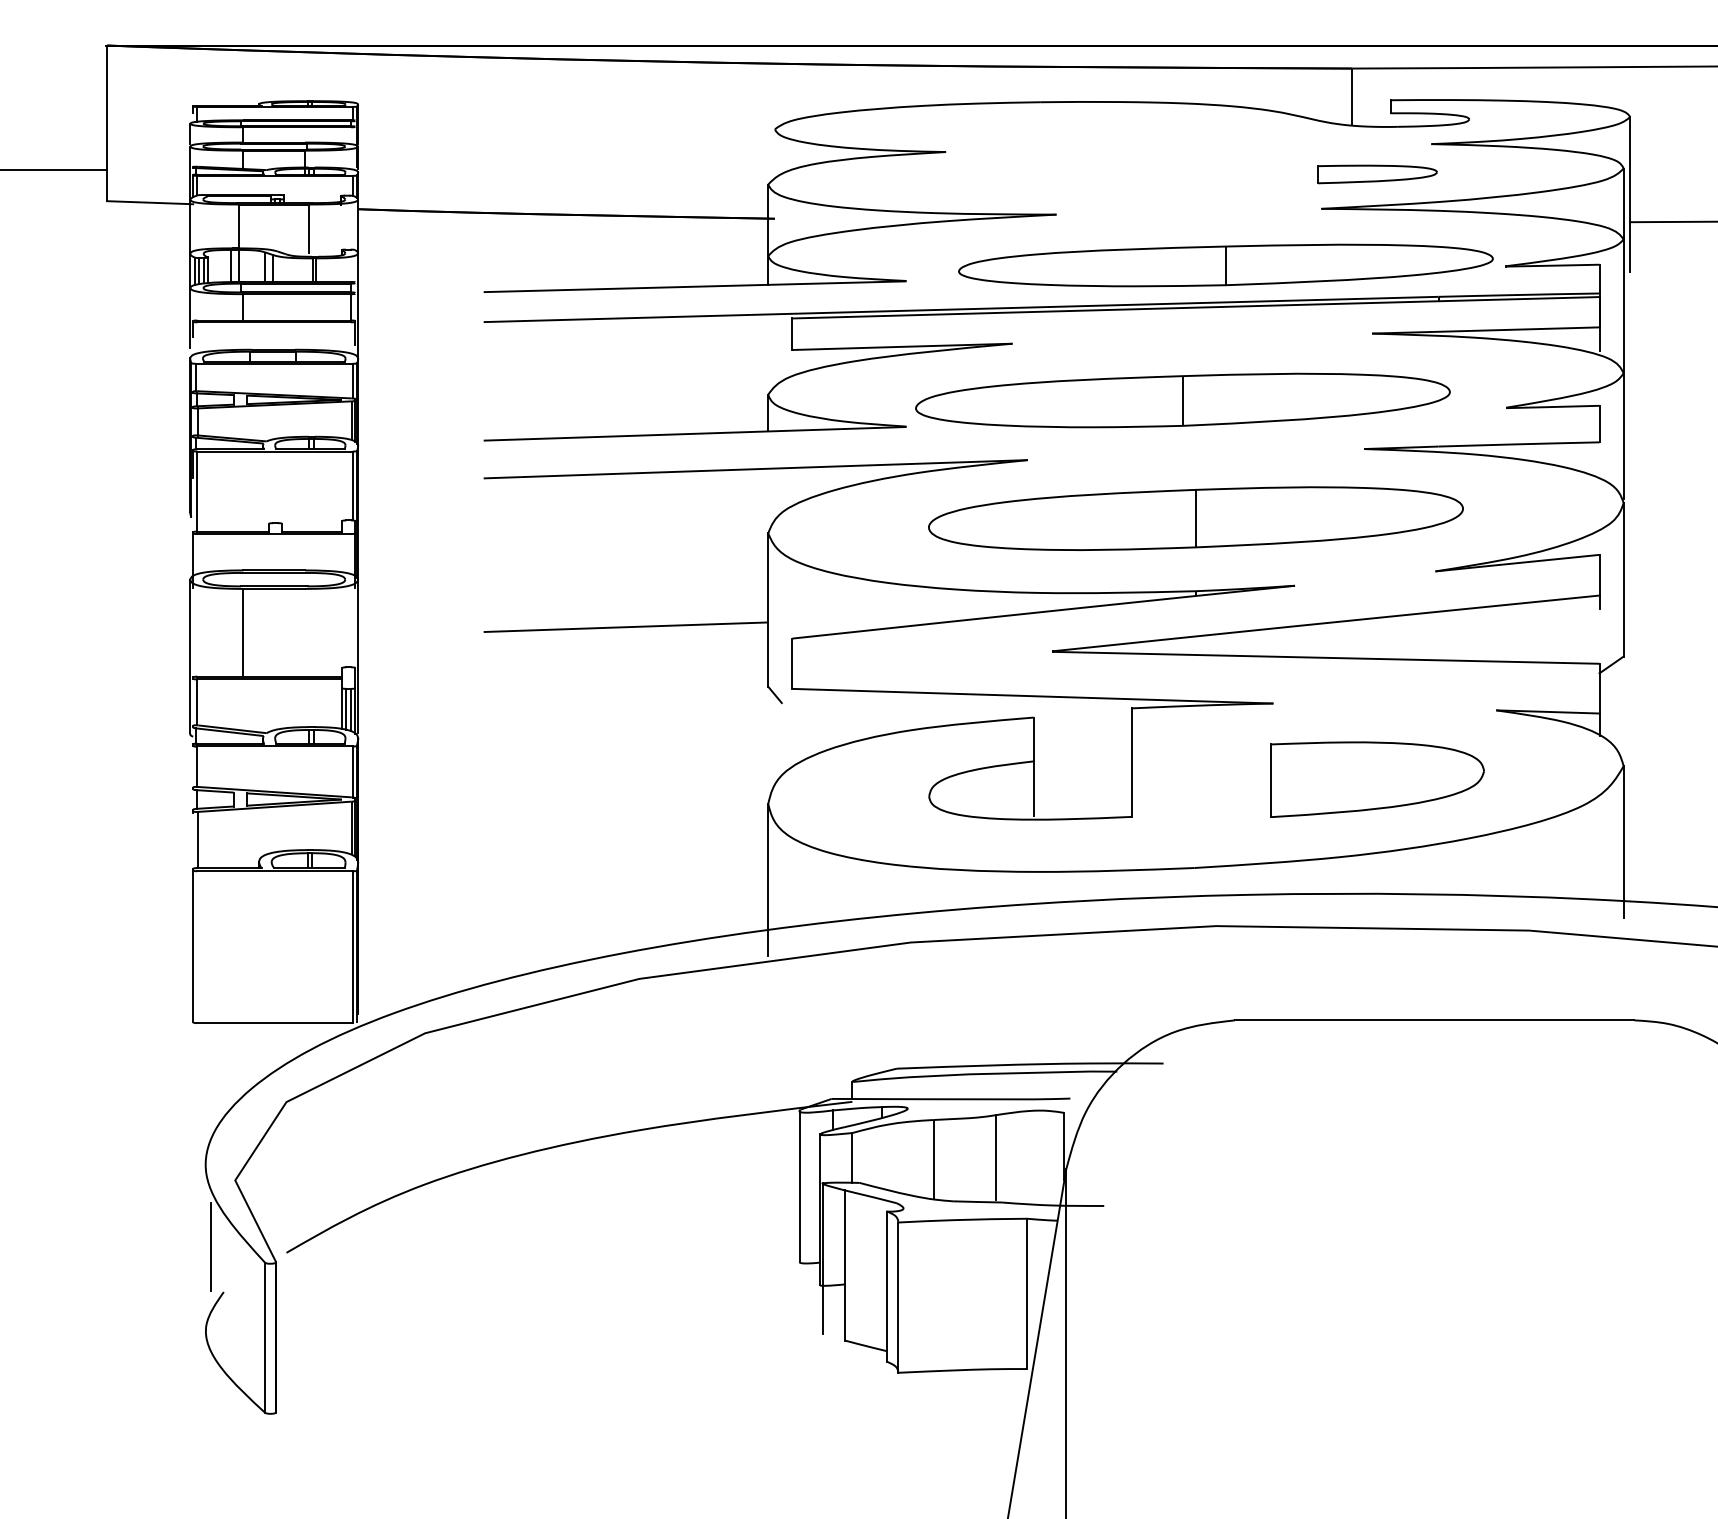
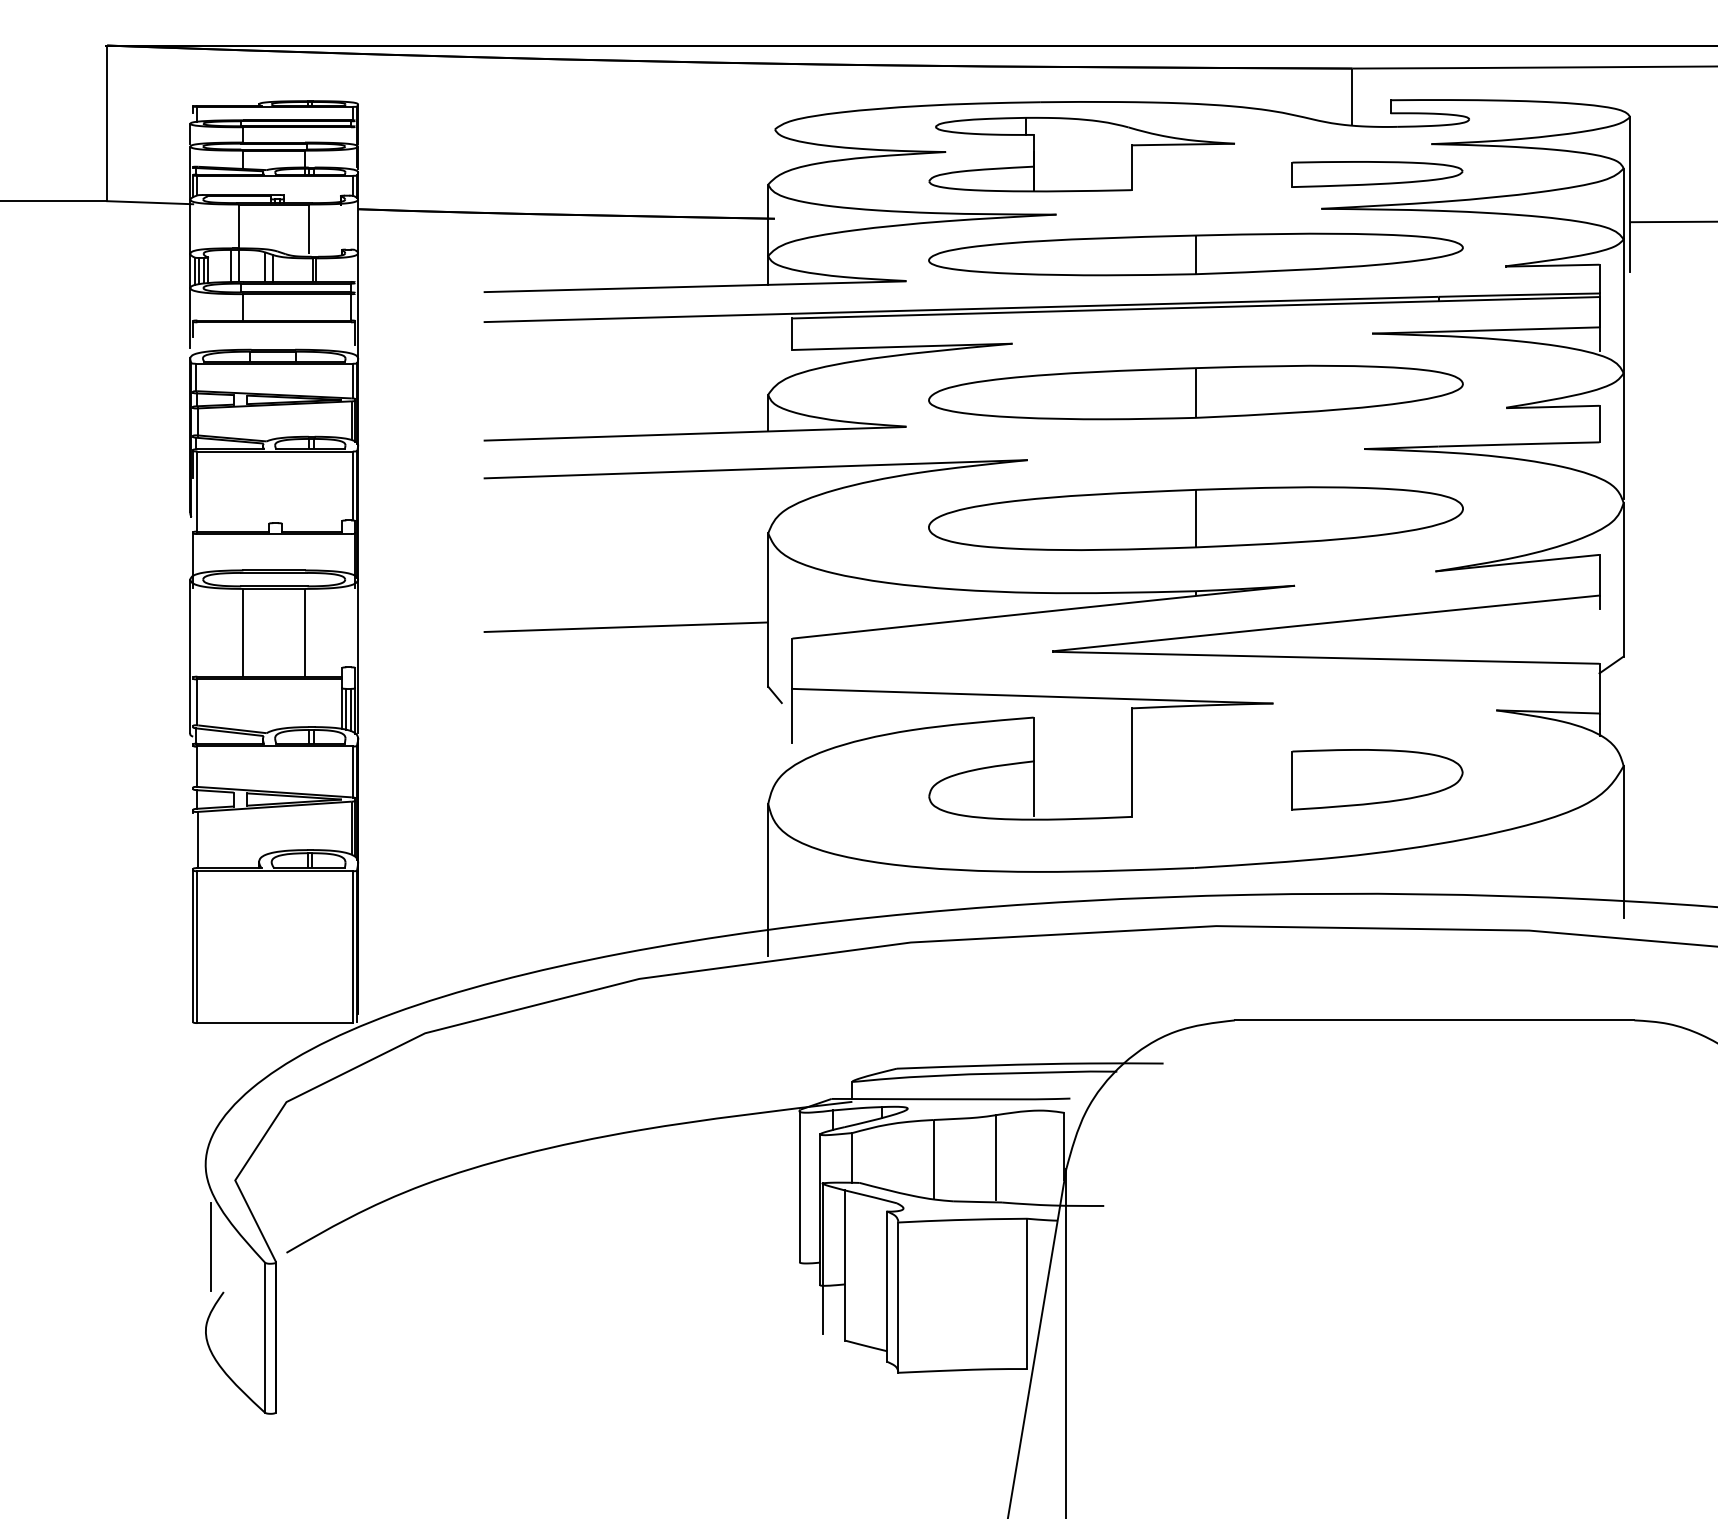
part at (1081, 154): none -> present
line at (54, 170) position: (54, 170) -> (54, 201)
part at (1377, 174) size: 121x21 px -> 173x27 px
part at (1225, 265) position: (1225, 265) -> (1195, 254)
part at (1182, 400) position: (1182, 400) -> (1195, 392)
line at (305, 632): none -> present
line at (792, 715): none -> present
part at (1377, 779) size: 215x77 px -> 173x62 px
line at (197, 947): none -> present
